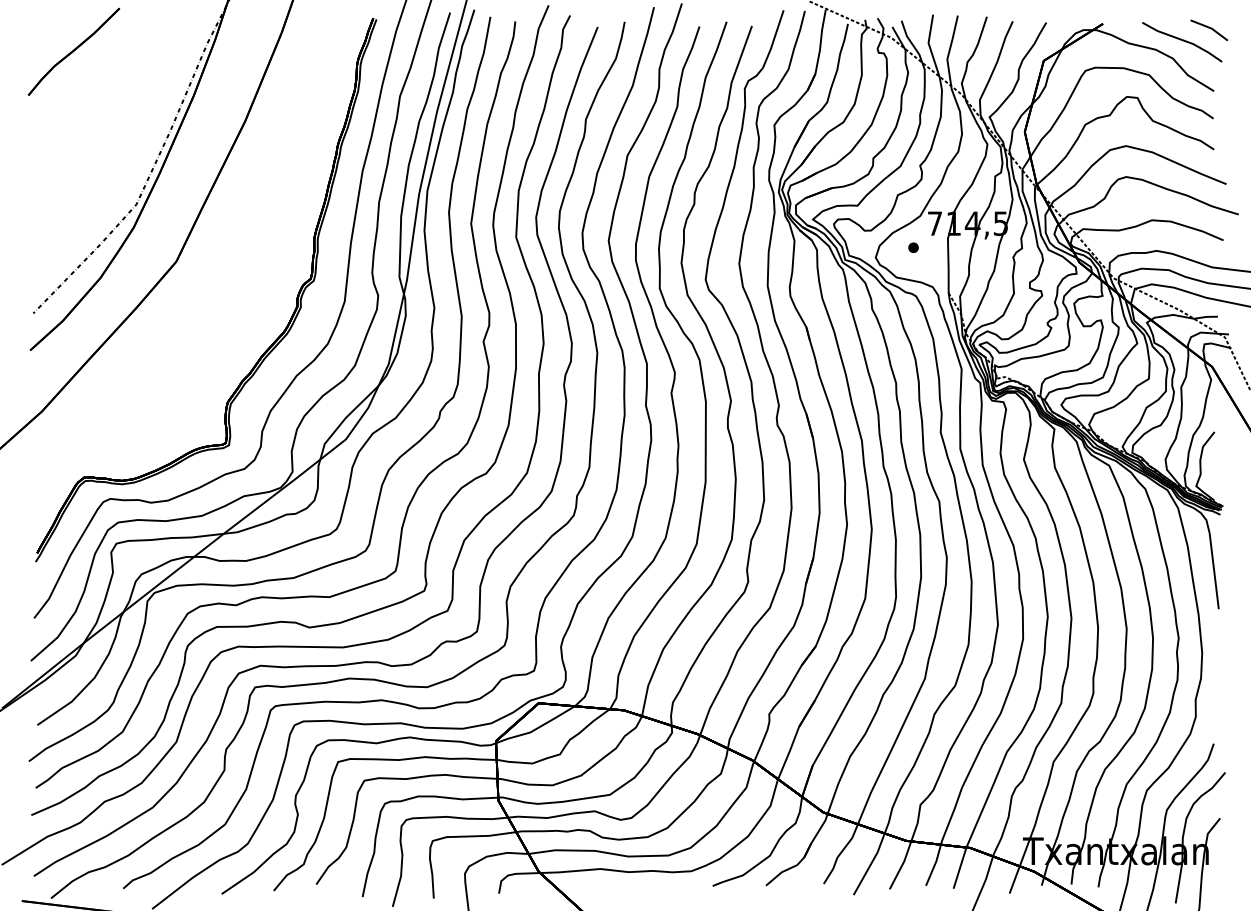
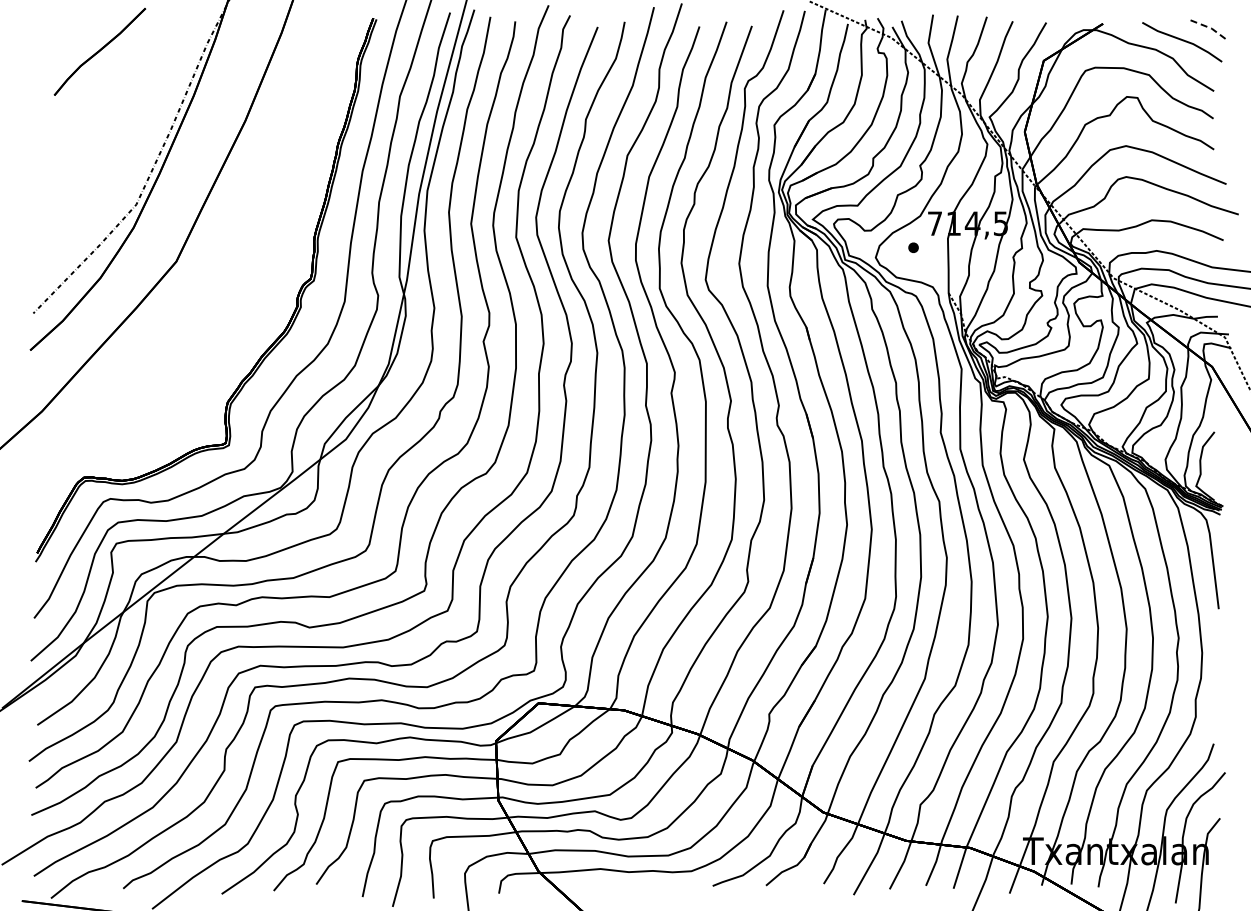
line at (1211, 28): solid -> dashed
part at (73, 51) position: (73, 51) -> (99, 51)
